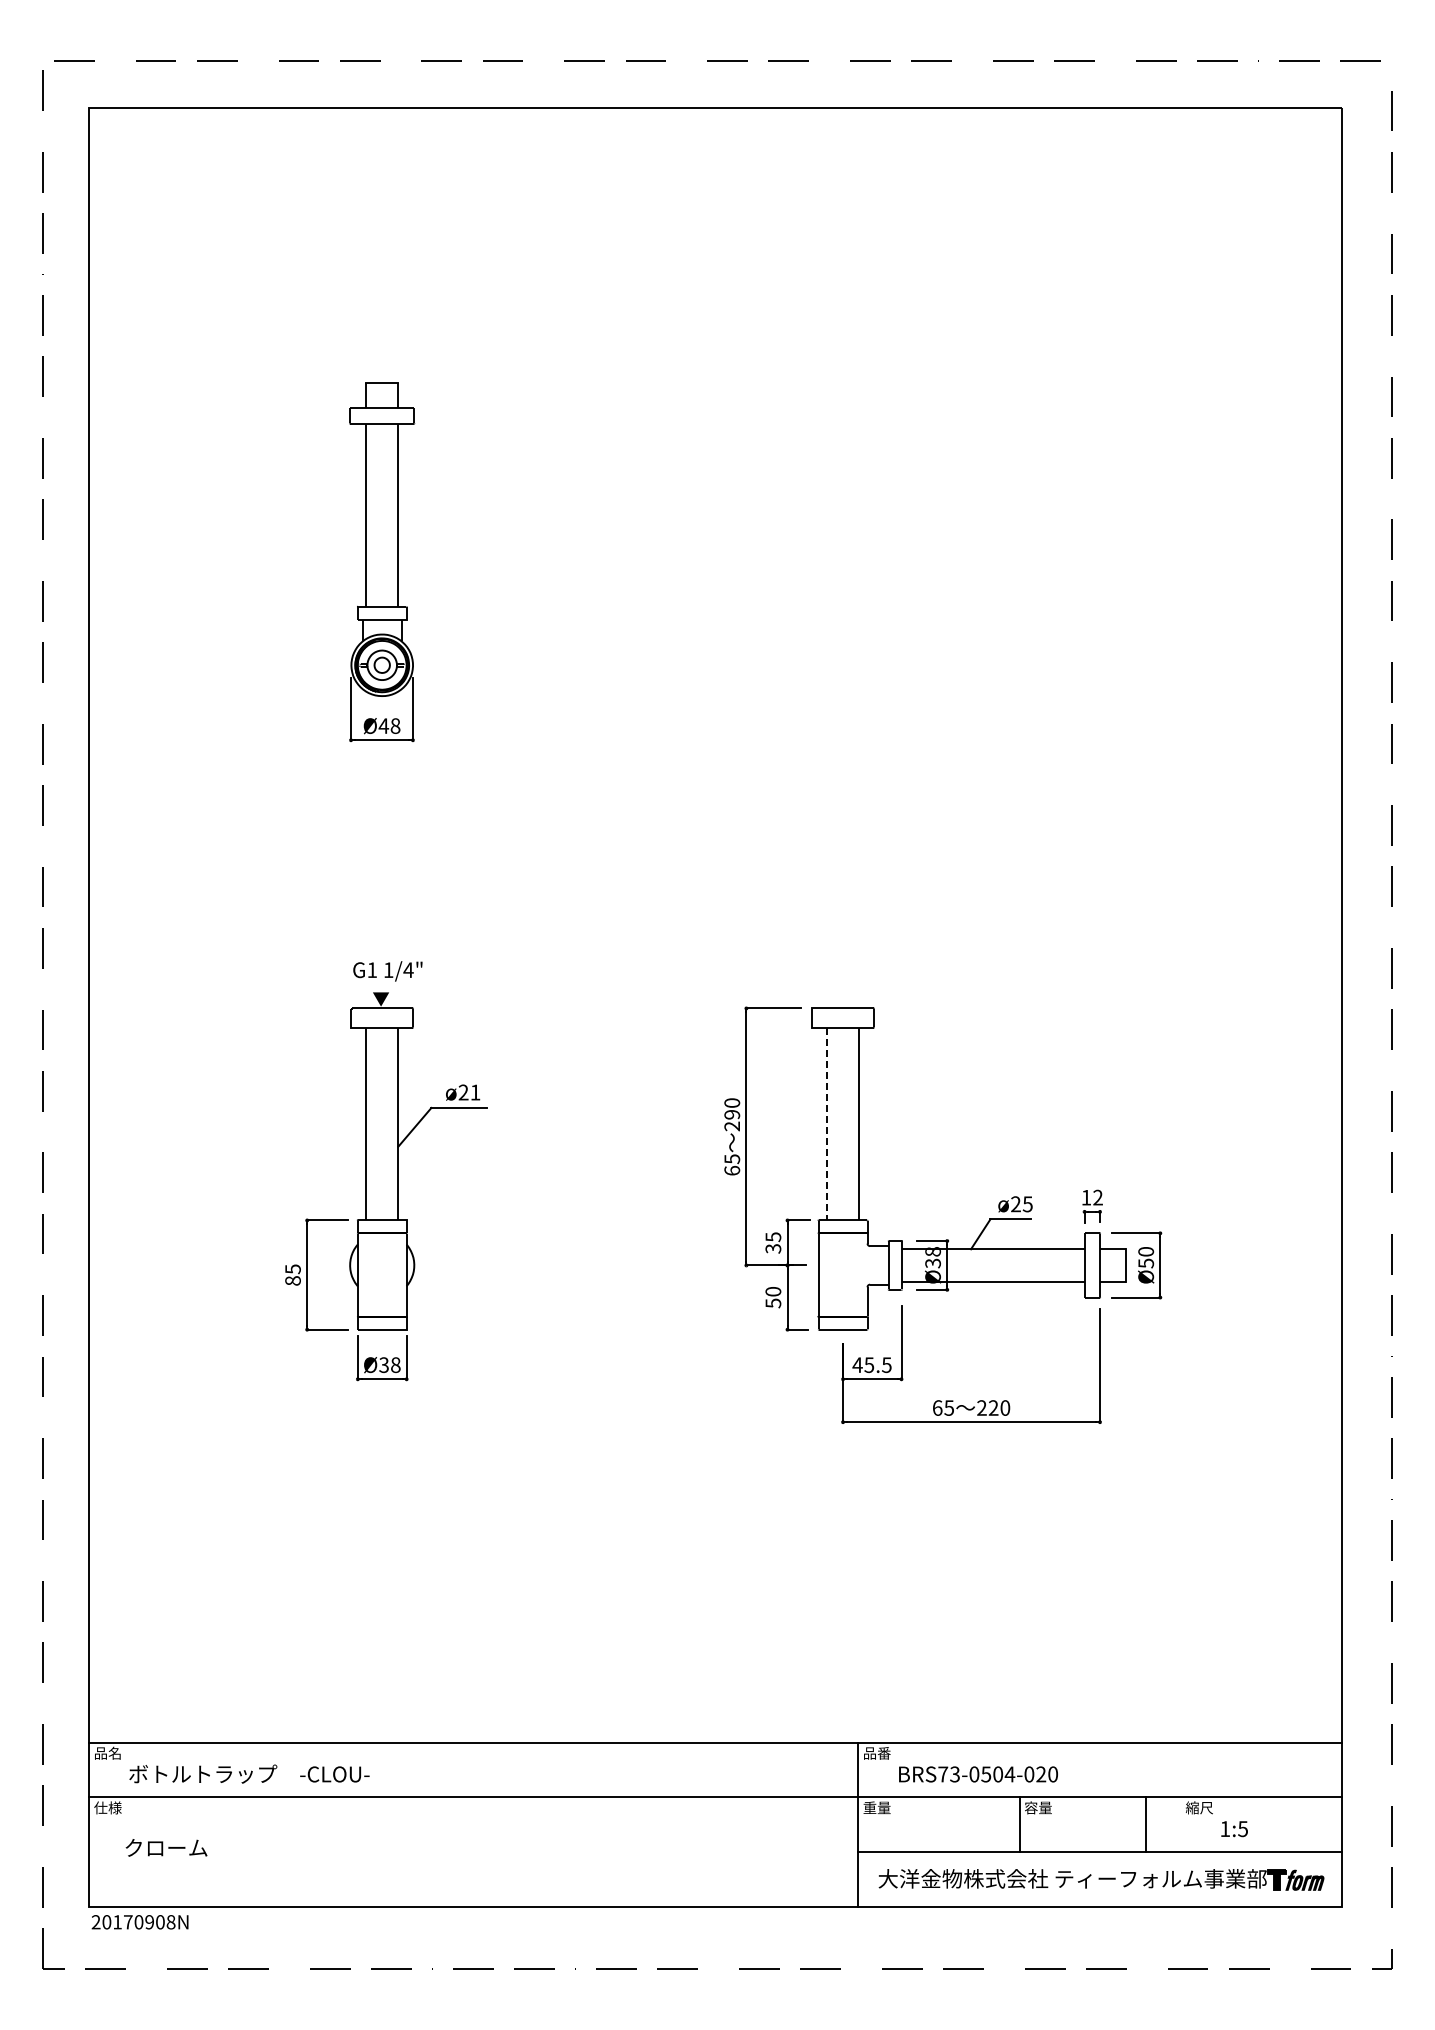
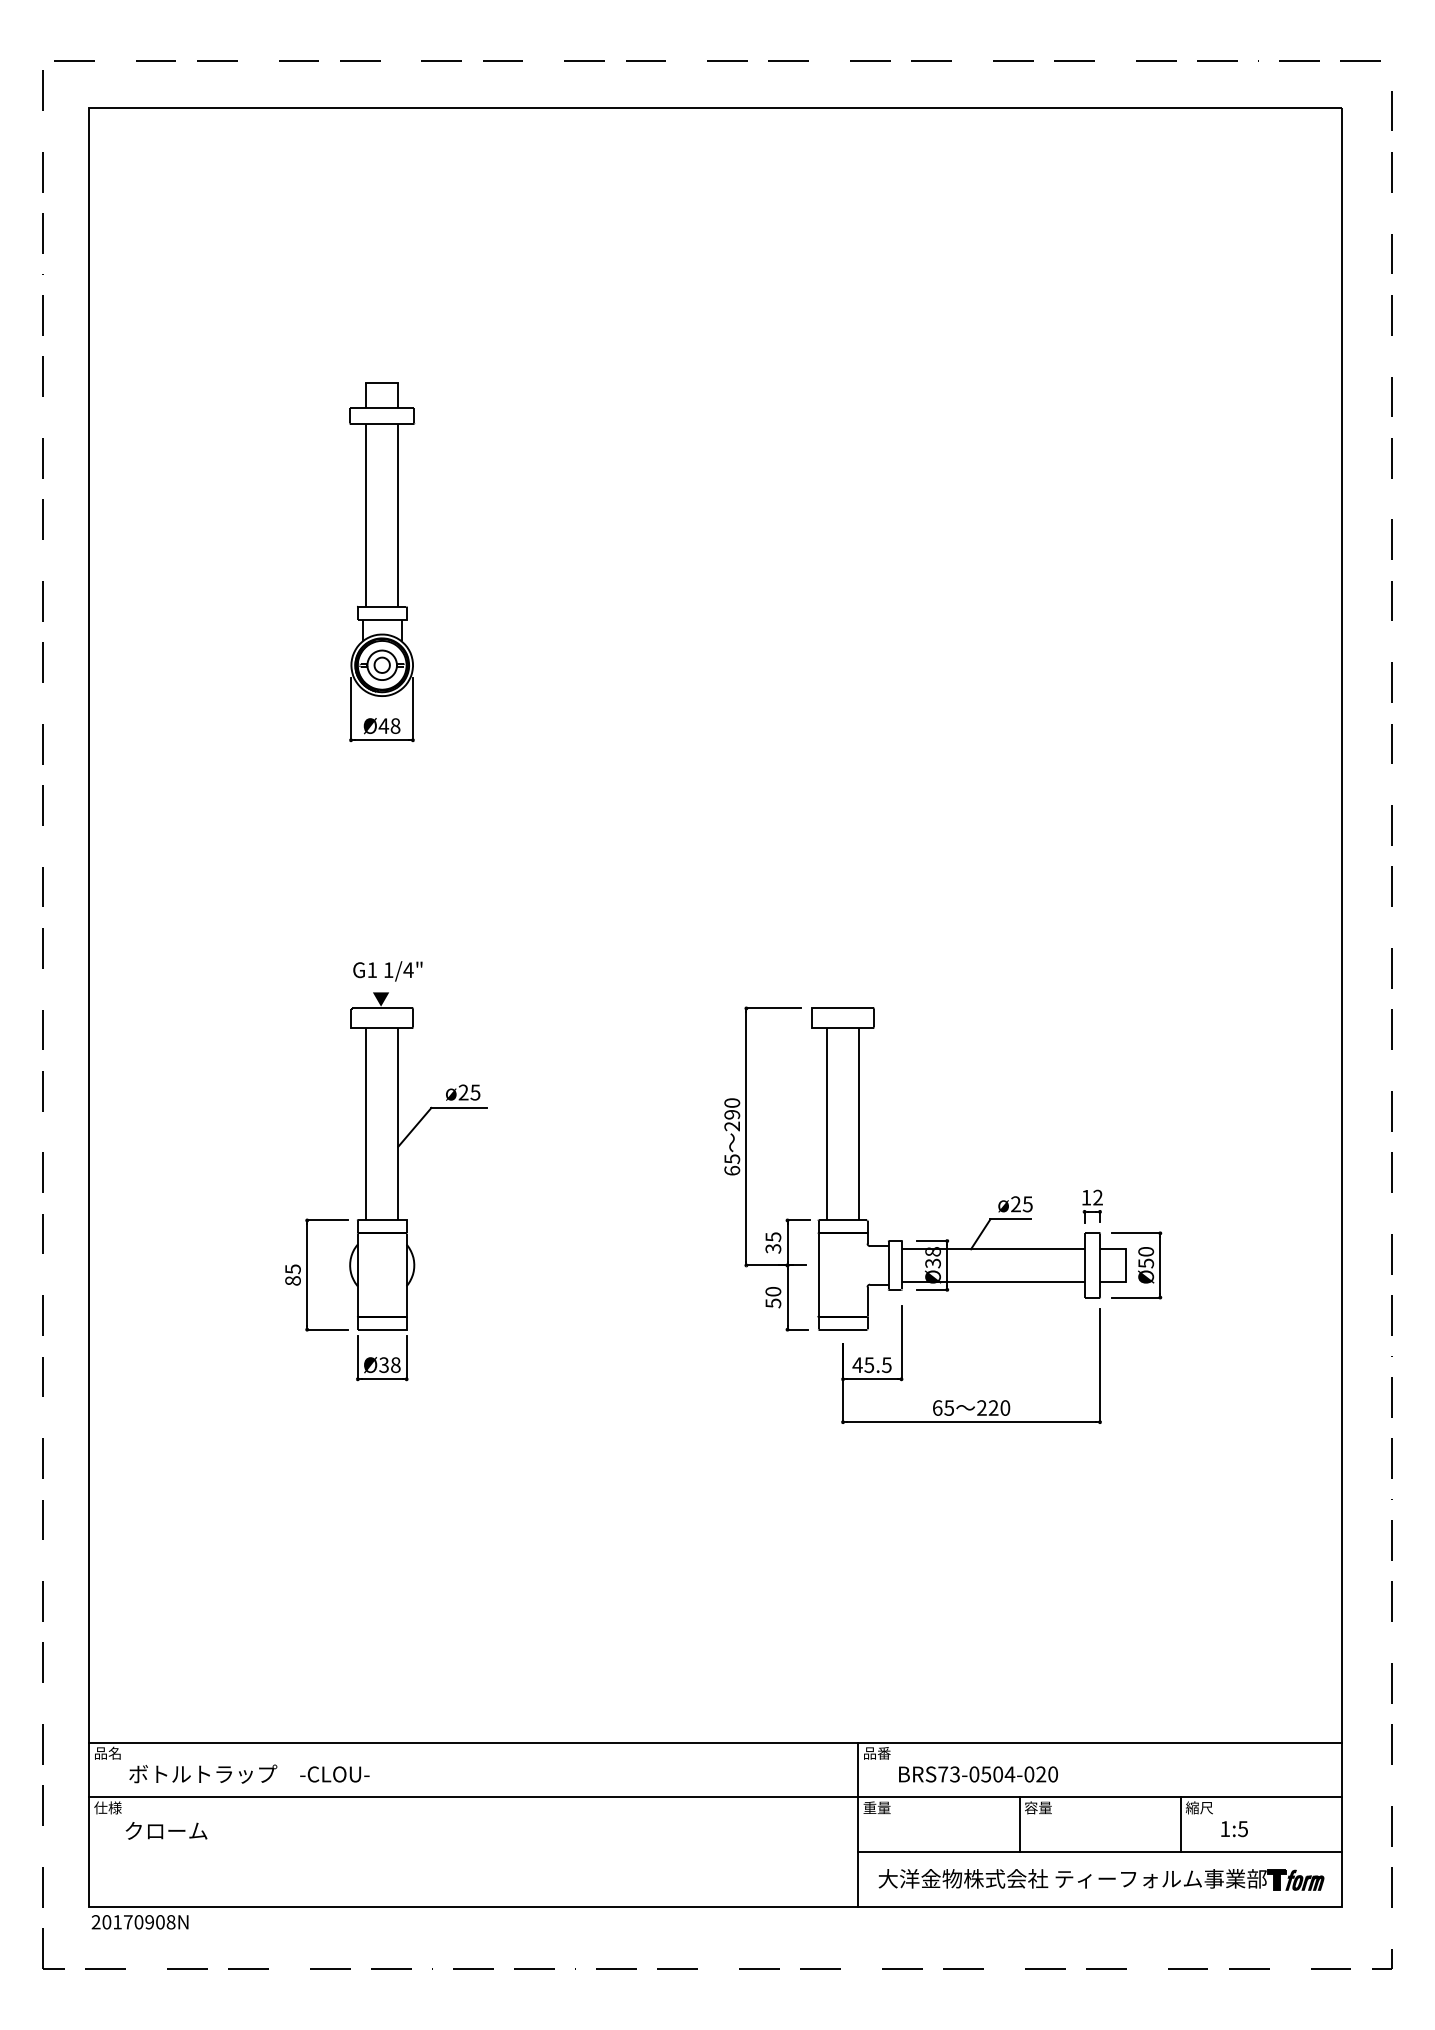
text at (475, 1092): ø21 -> ø25
line at (827, 1124): dashed -> solid
line at (1145, 1824) position: (1145, 1824) -> (1180, 1824)
text at (166, 1847) position: (166, 1847) -> (166, 1830)
